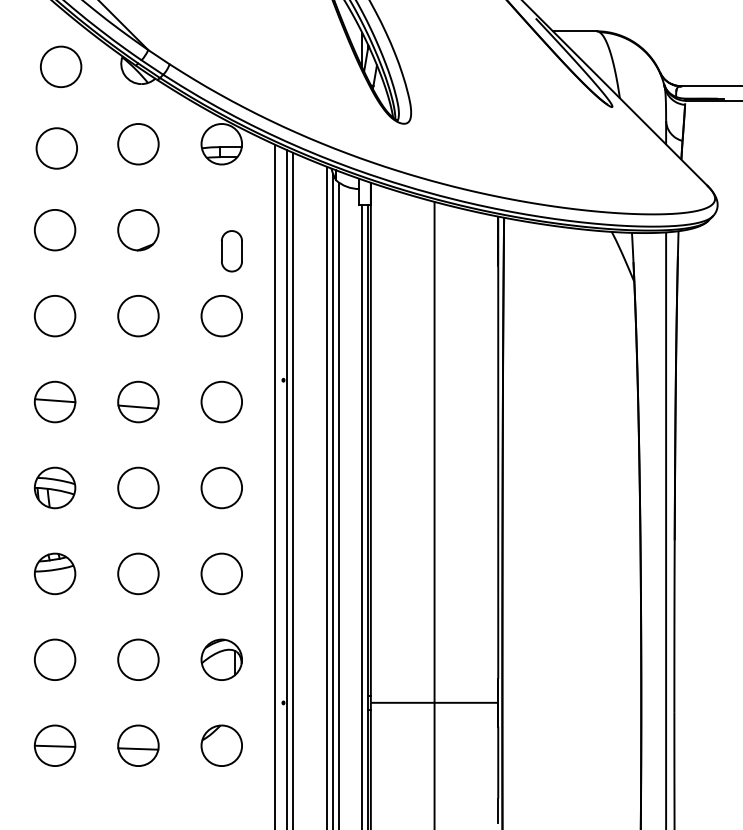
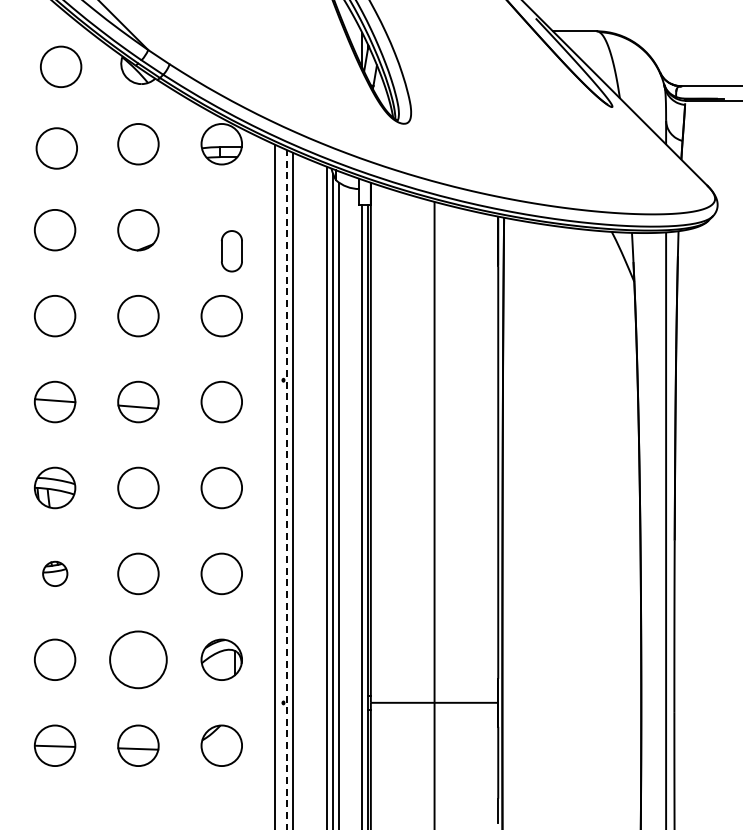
line at (286, 489): solid -> dashed
part at (55, 573) size: 43x44 px -> 27x27 px
circle at (138, 659) diameter: 41 px -> 57 px
